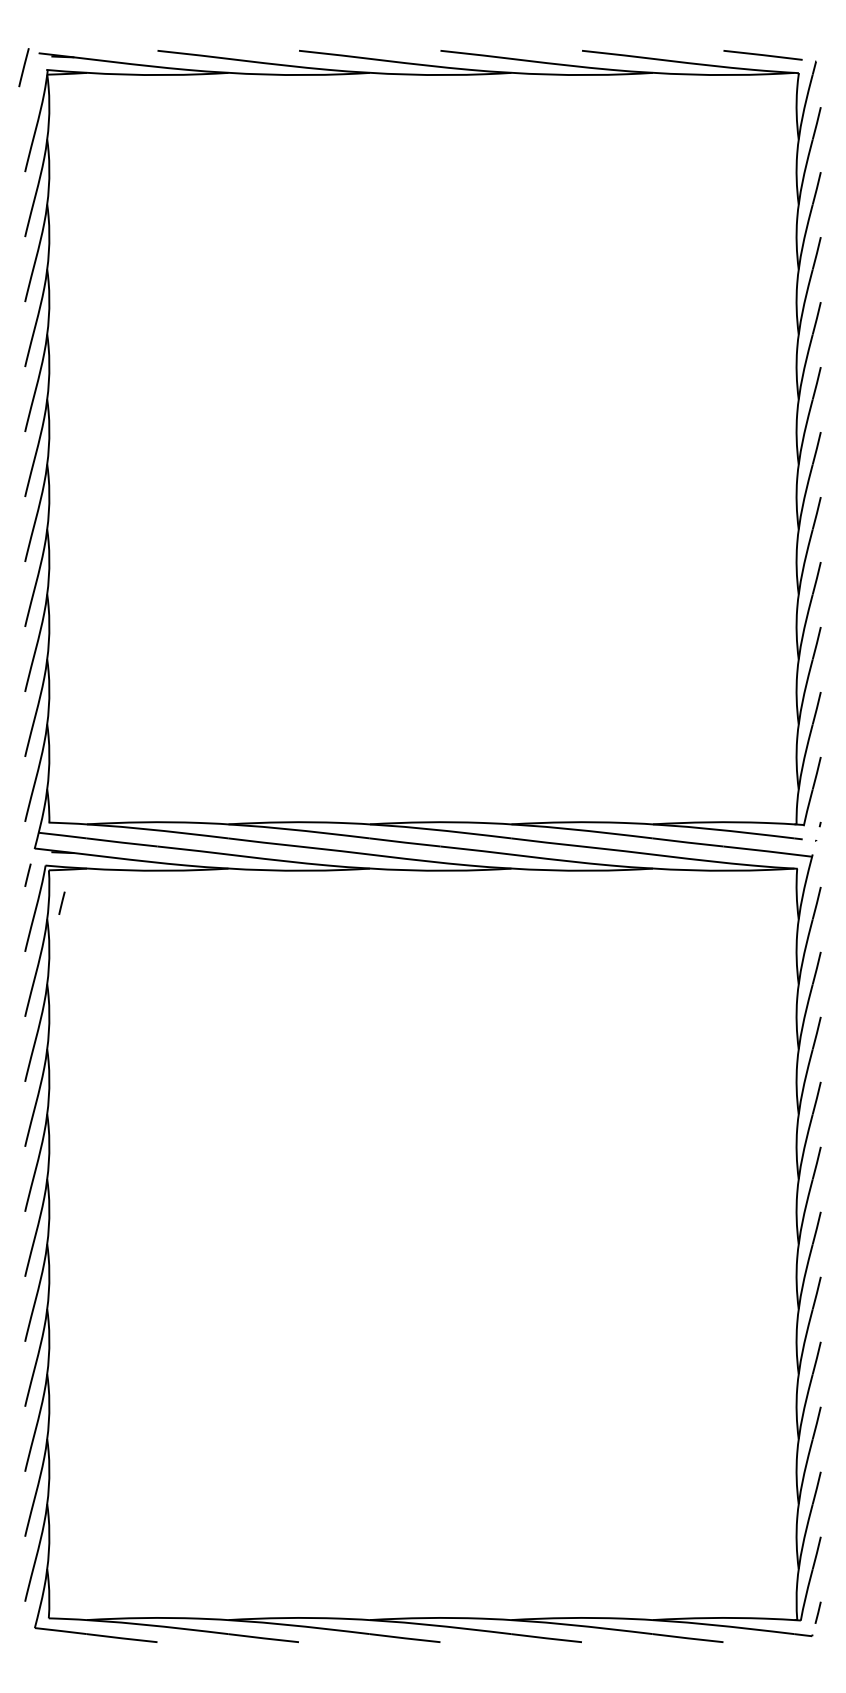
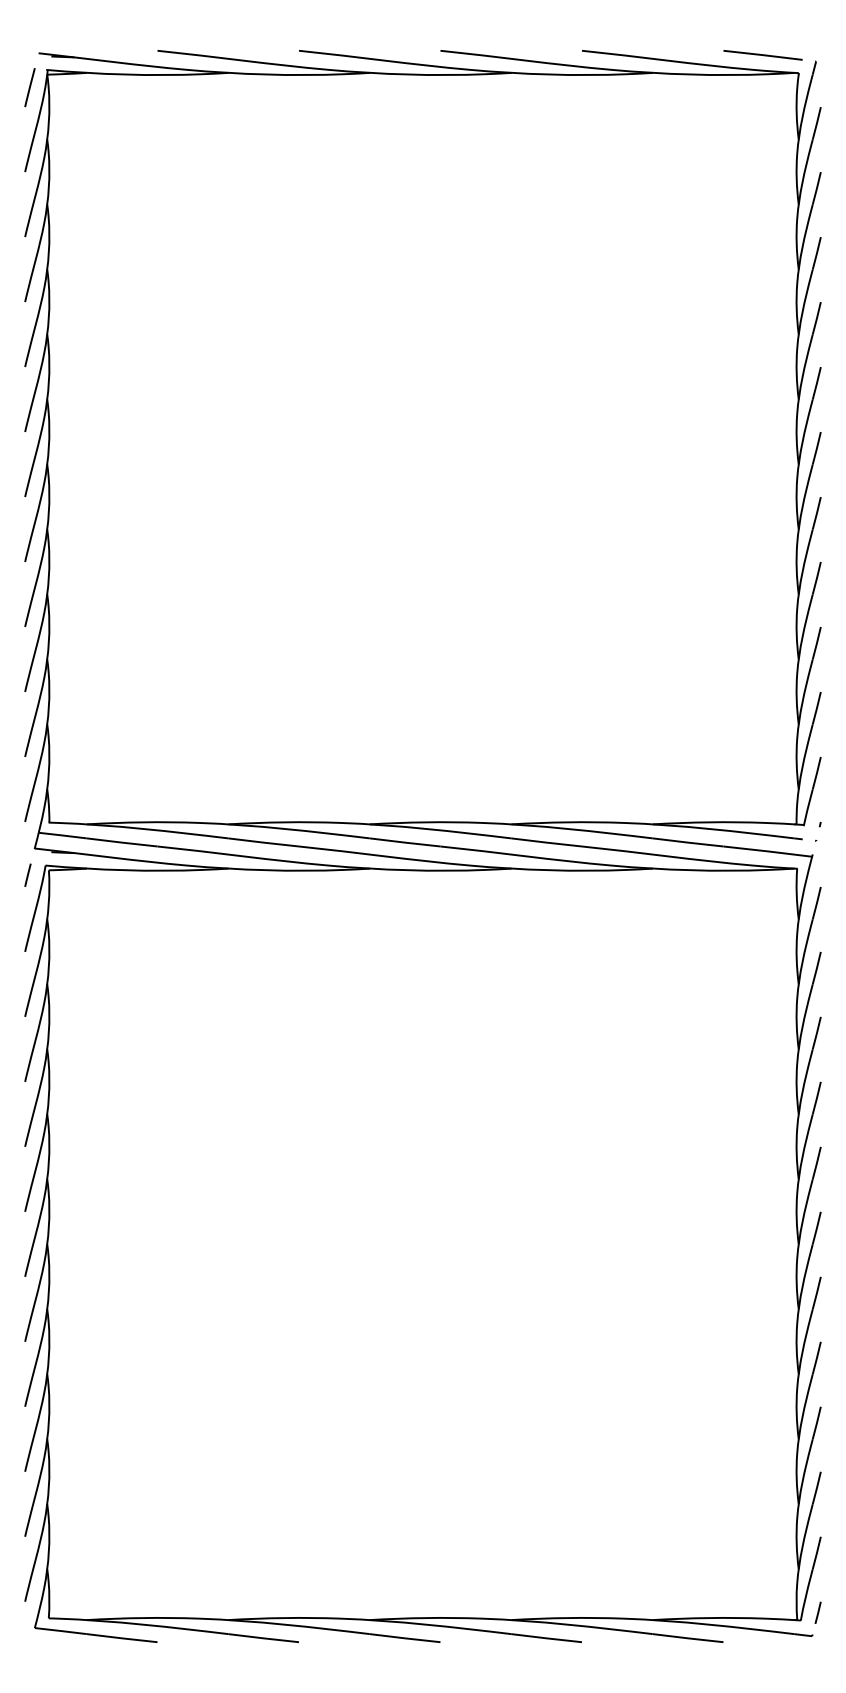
line at (23, 67) position: (23, 67) -> (29, 87)
line at (61, 902): present -> none
